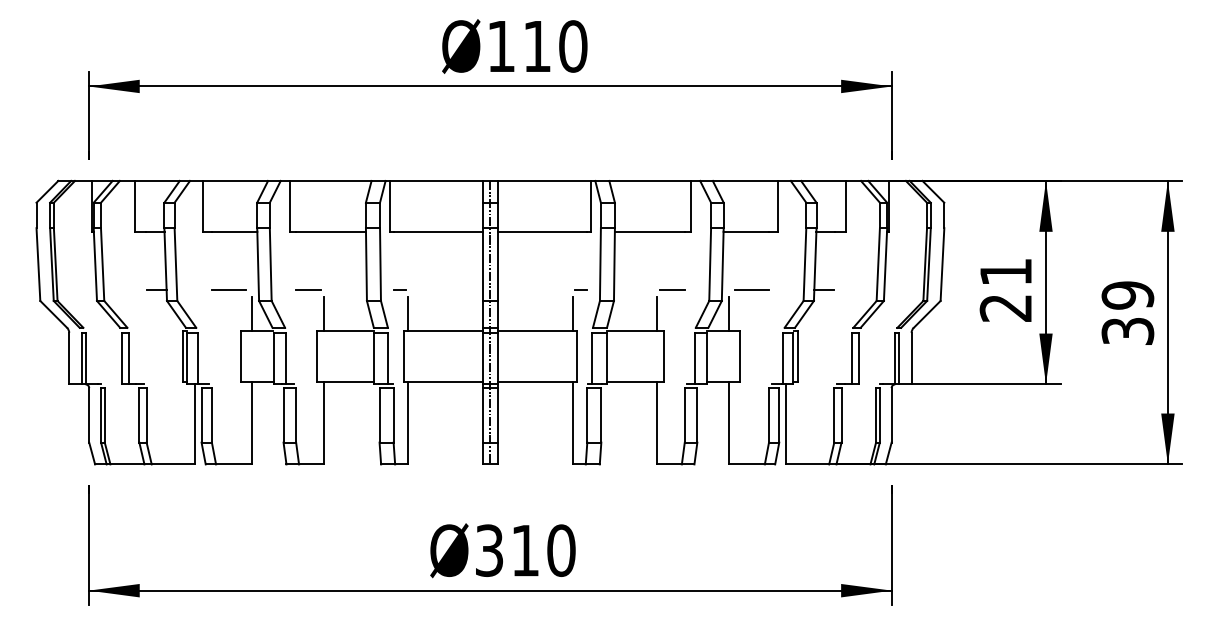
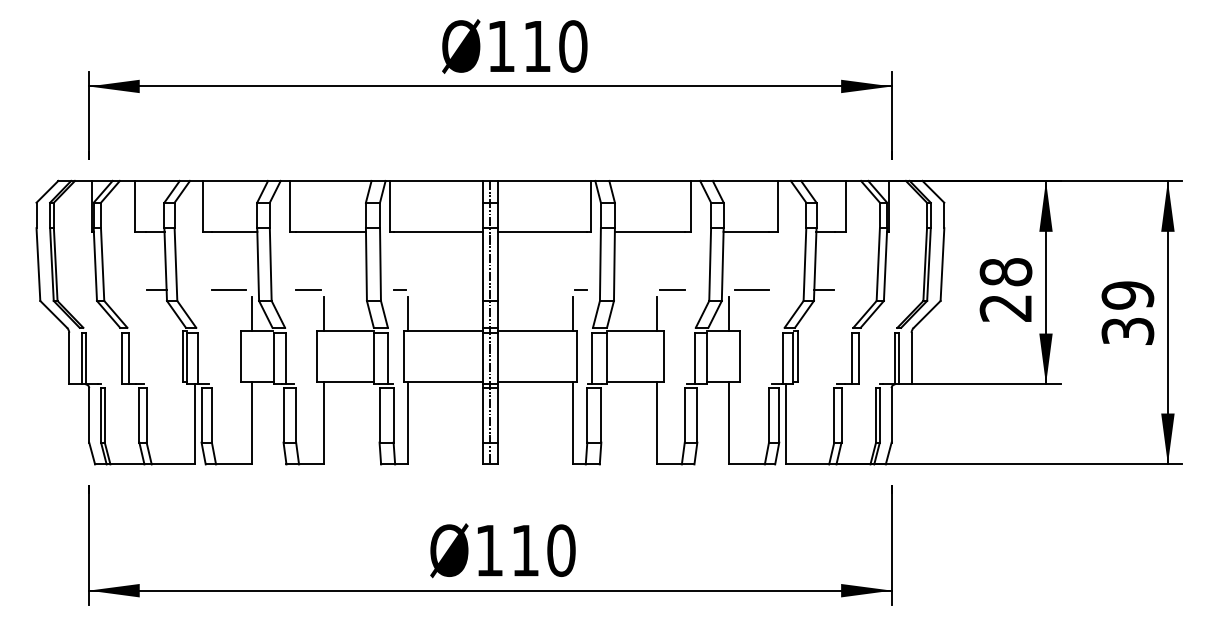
text at (1005, 272): 21 -> 28
text at (489, 550): 310 -> 110
